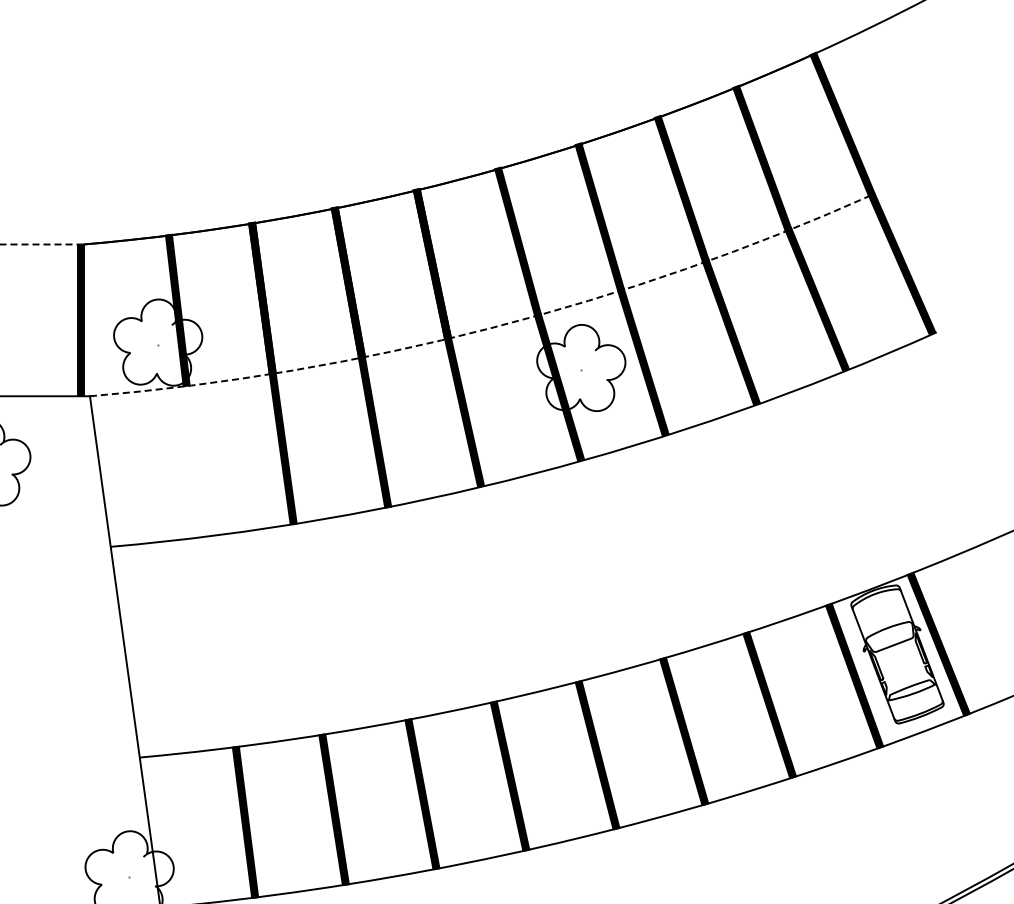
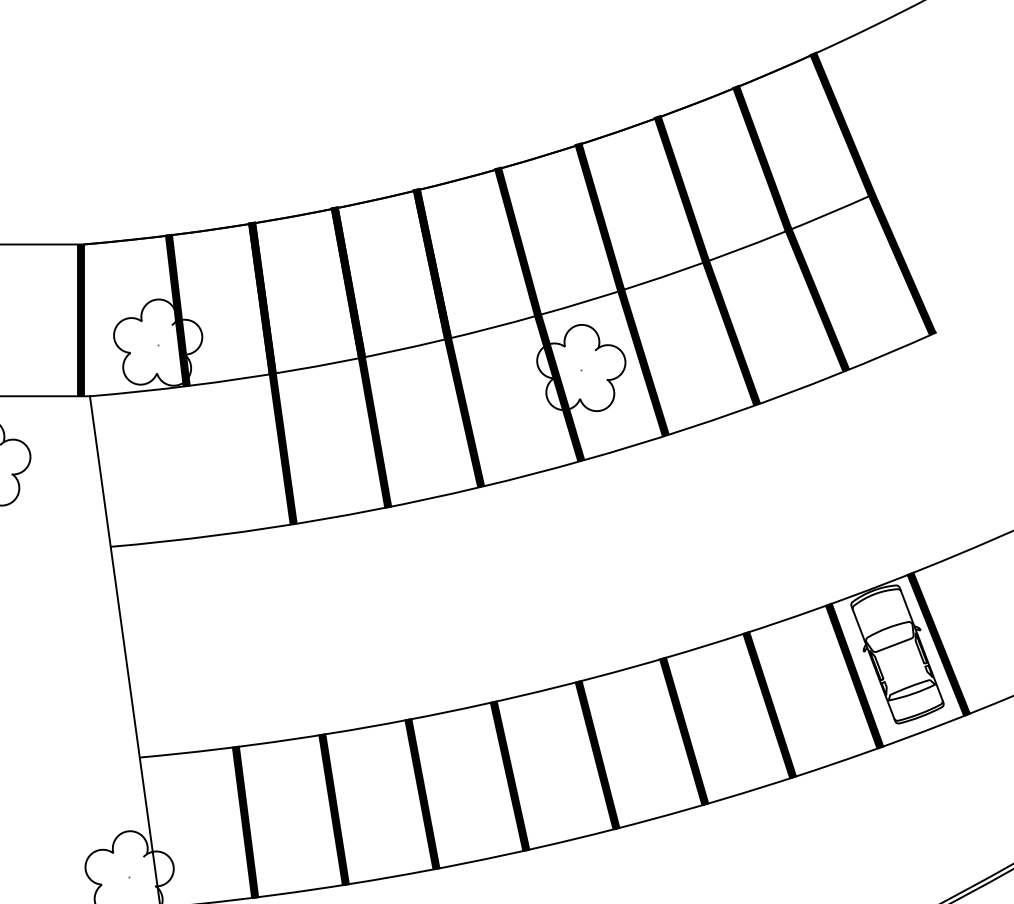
line at (41, 244): dashed -> solid
arc at (490, 328): dashed -> solid
